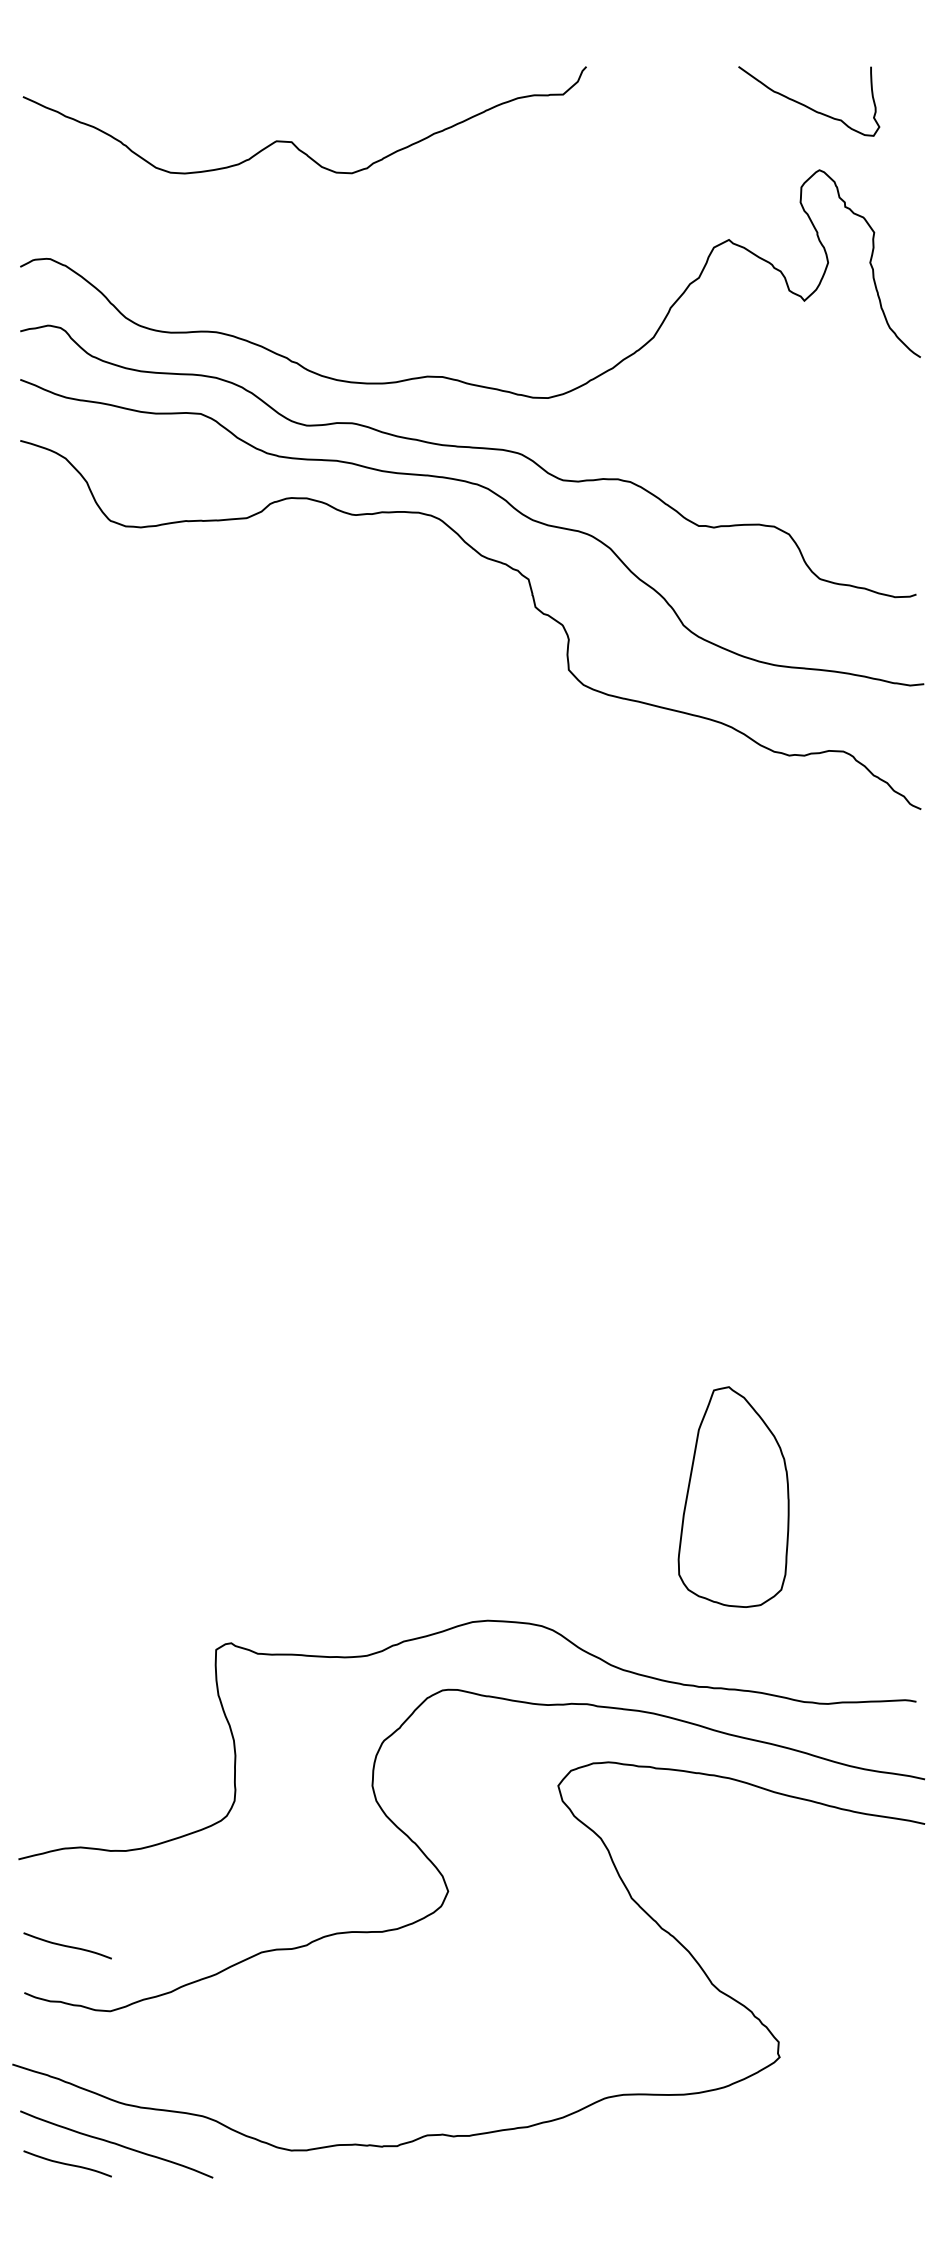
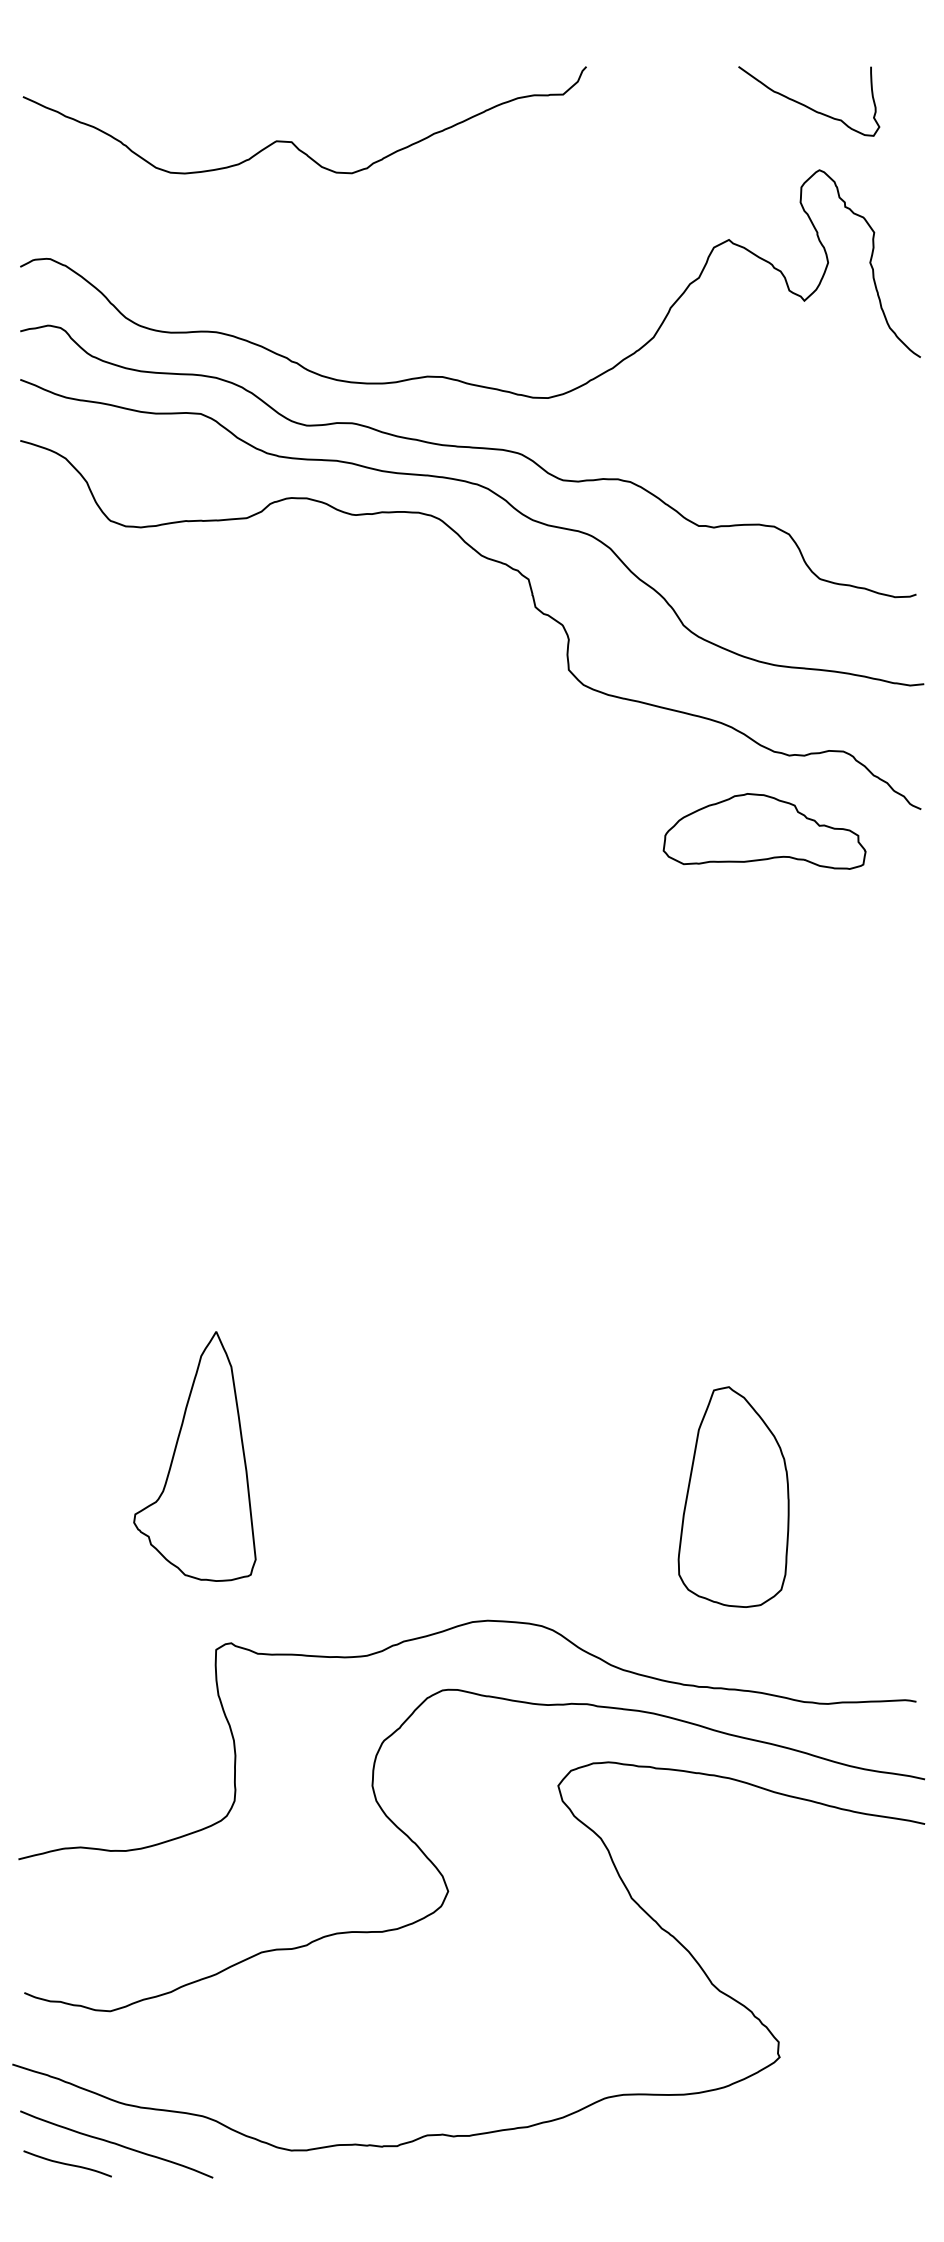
part at (764, 831): none -> present
part at (194, 1456): none -> present
curve at (67, 1945): present -> none
